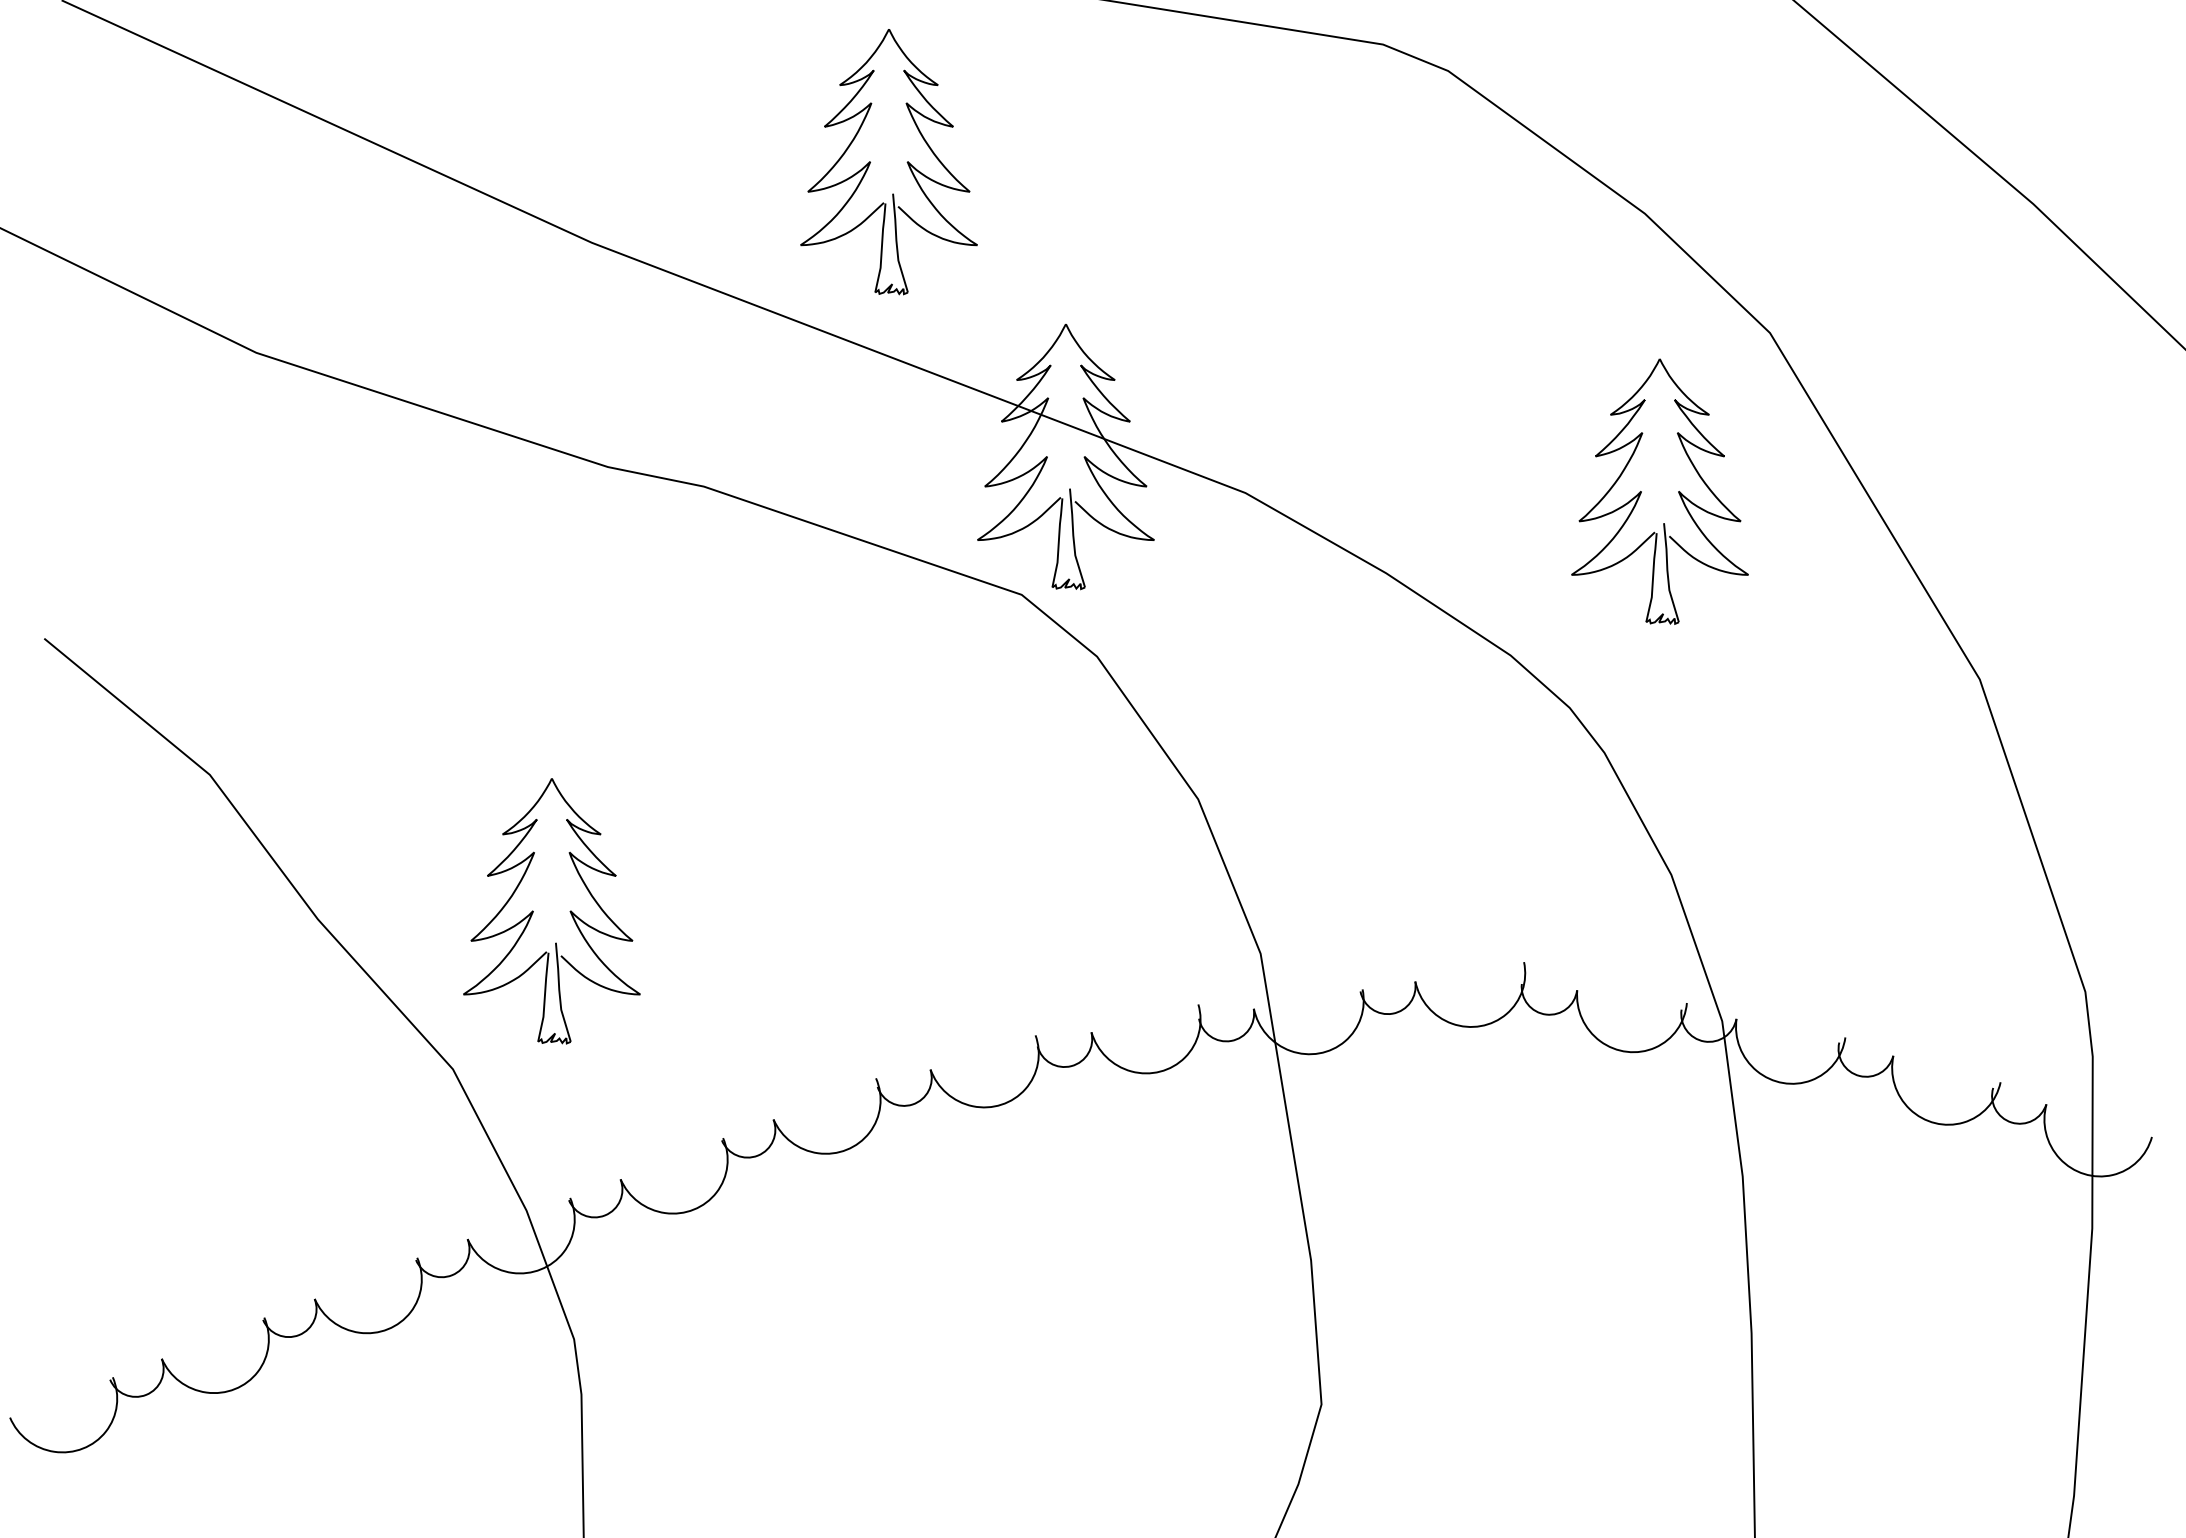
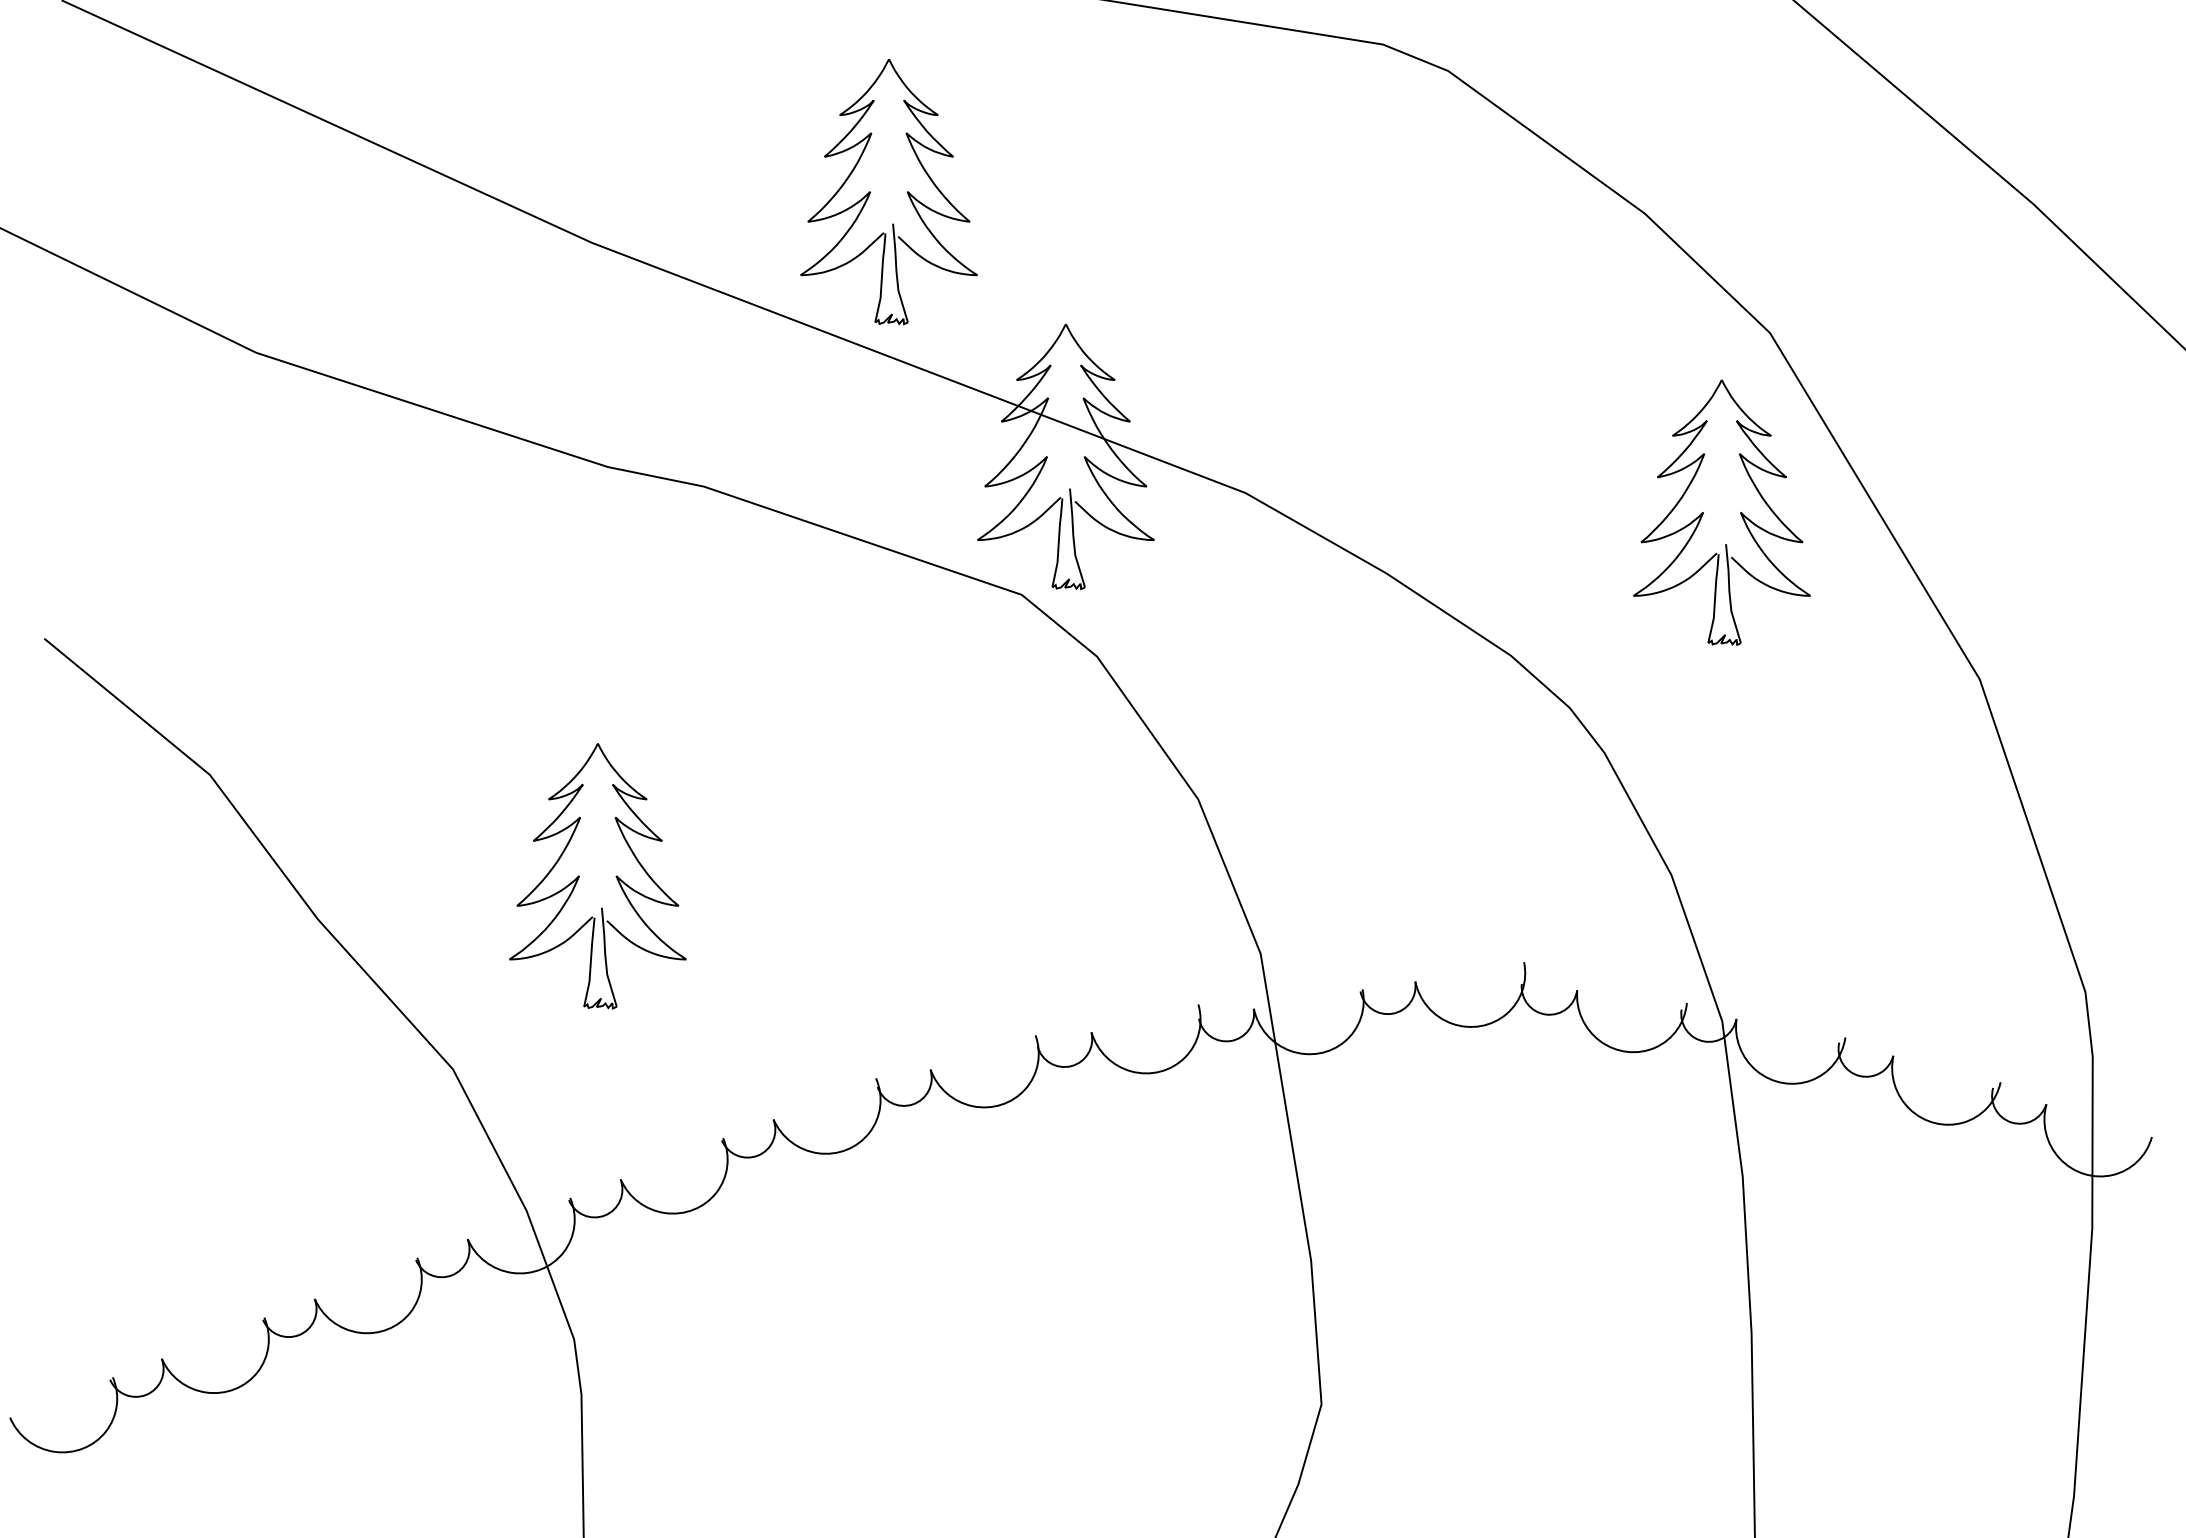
part at (870, 162) position: (870, 162) -> (870, 192)
part at (1641, 491) position: (1641, 491) -> (1703, 512)
part at (533, 911) position: (533, 911) -> (579, 876)
